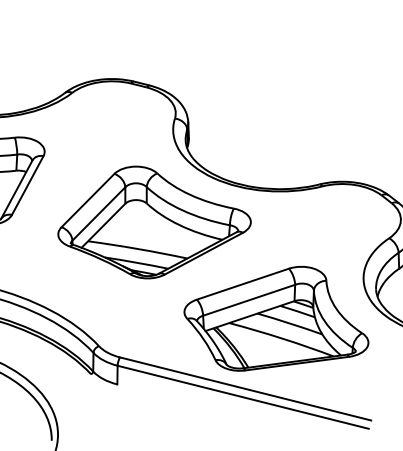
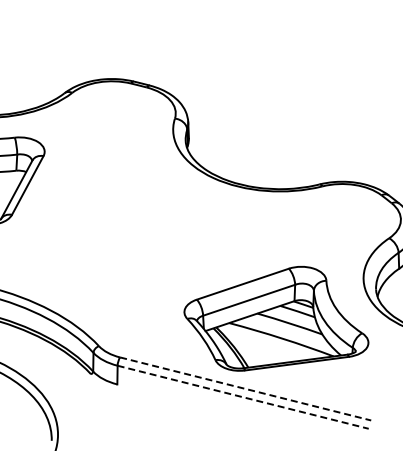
part at (154, 222): present -> none
line at (246, 389): solid -> dashed
line at (243, 397): solid -> dashed
